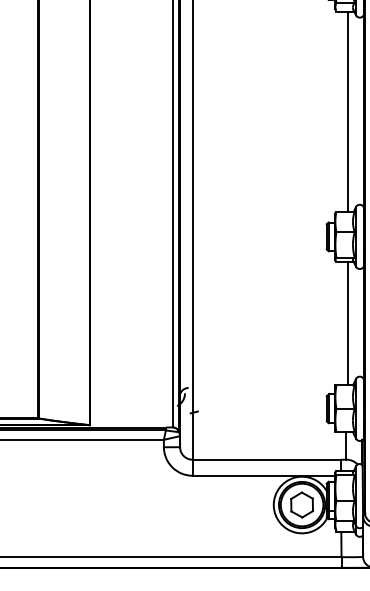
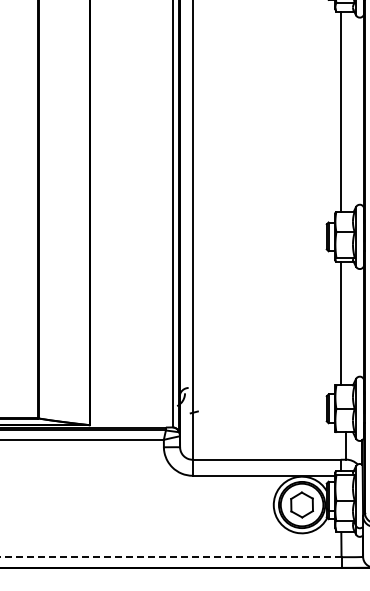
line at (347, 111) position: (347, 111) -> (340, 111)
line at (347, 323) position: (347, 323) -> (340, 323)
line at (170, 557): solid -> dashed
